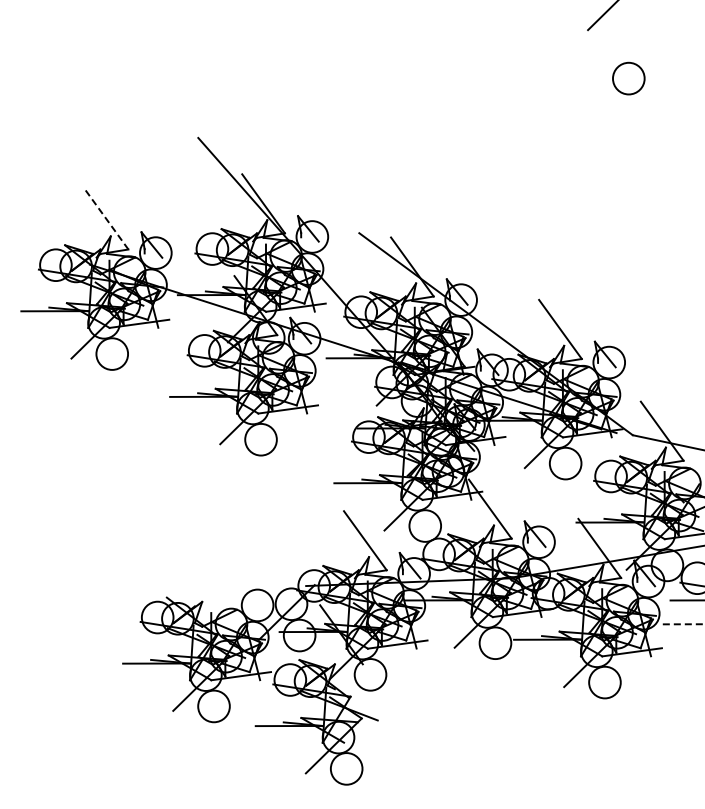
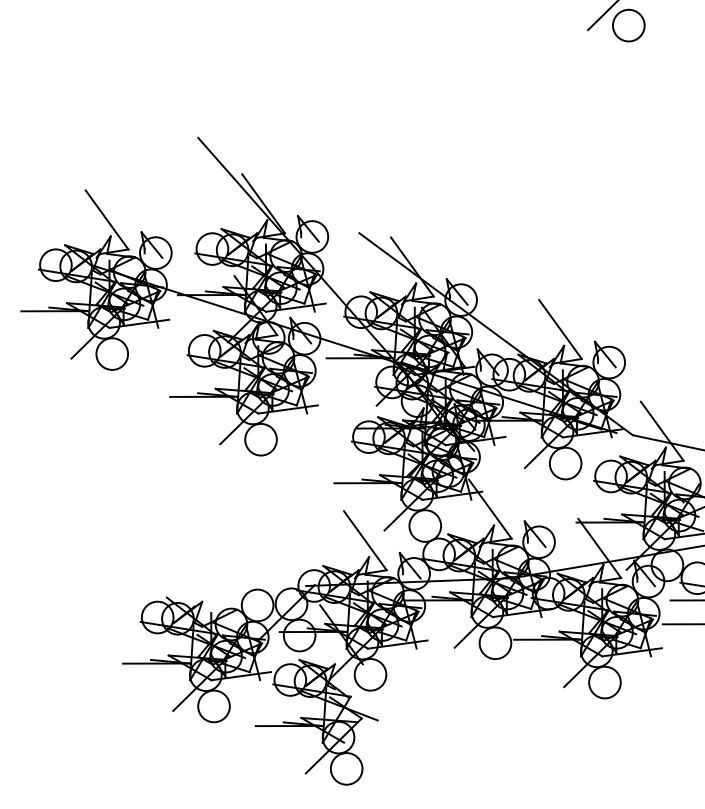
circle at (628, 78) position: (628, 78) -> (628, 25)
line at (107, 220): dashed -> solid
line at (683, 624): dashed -> solid
